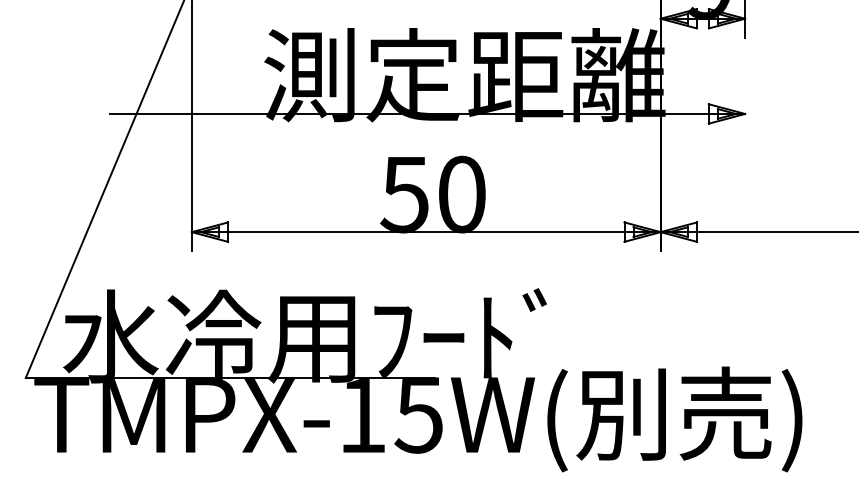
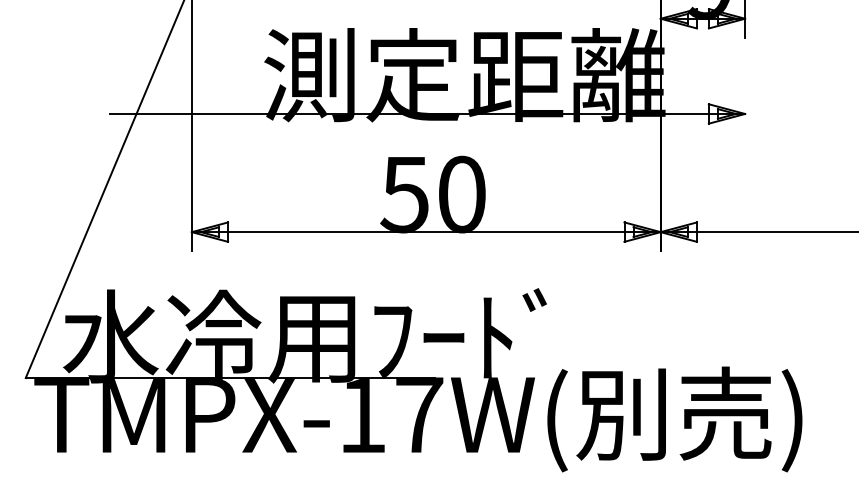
text at (418, 415): TMPX-15W( -> TMPX-17W(
